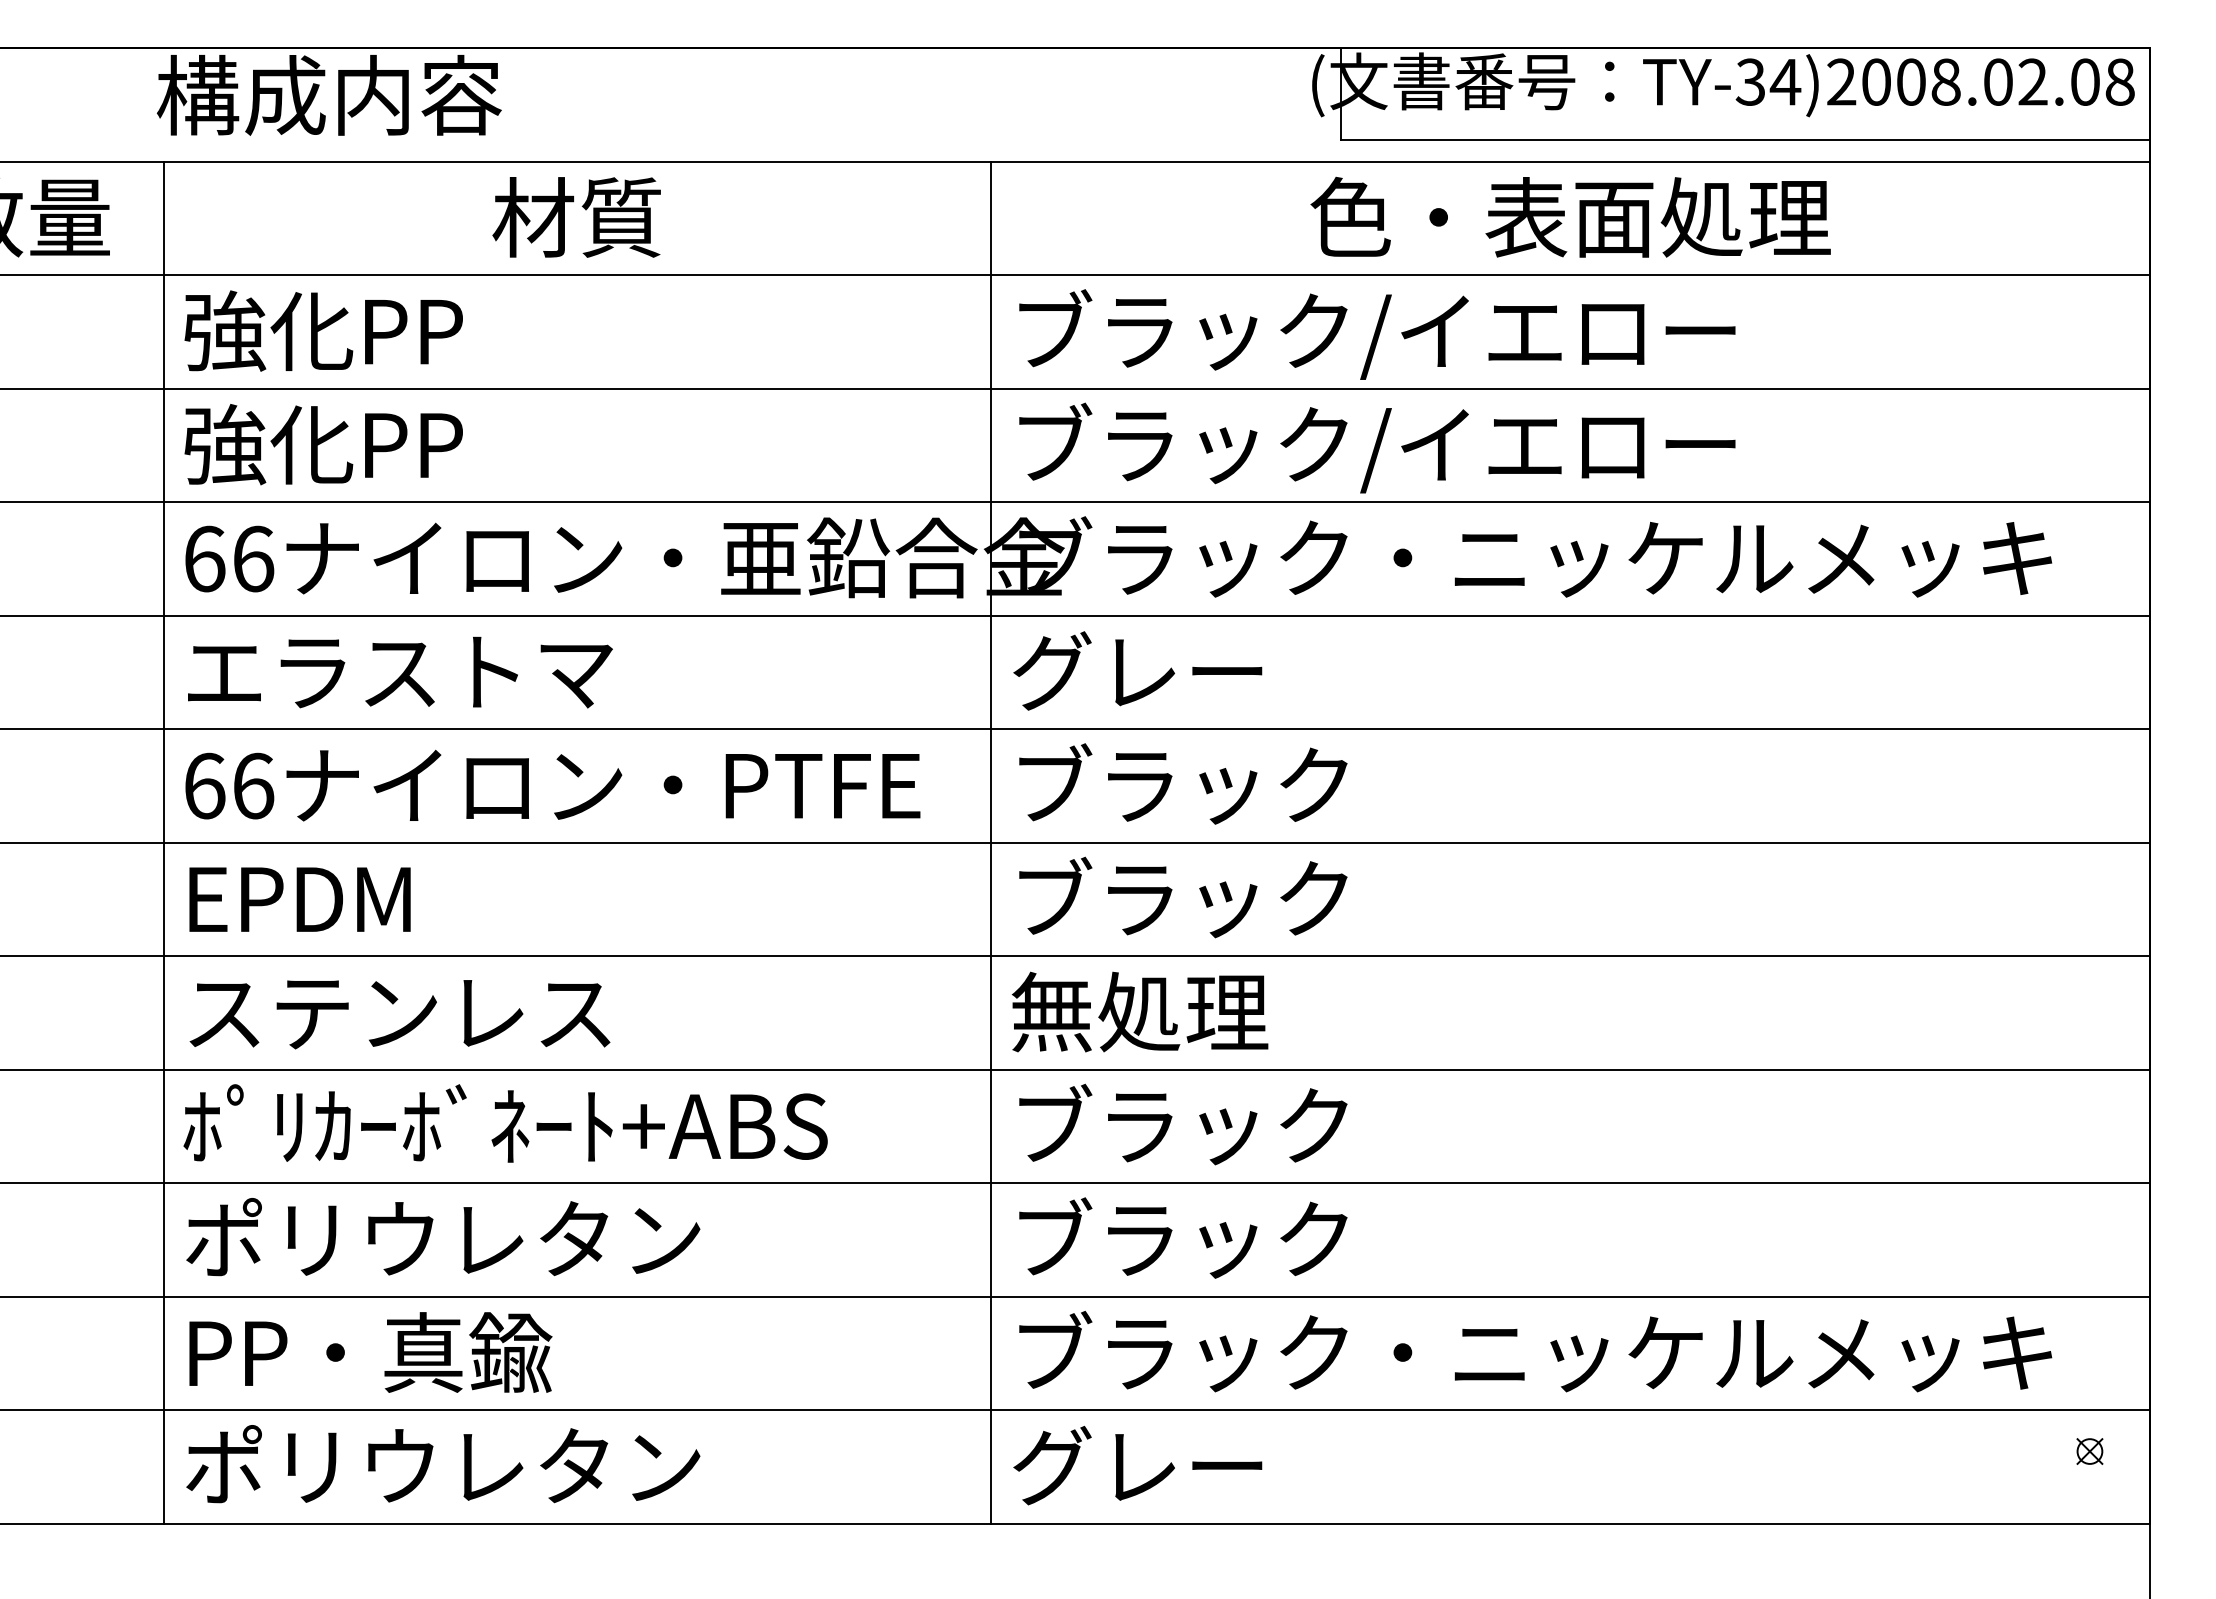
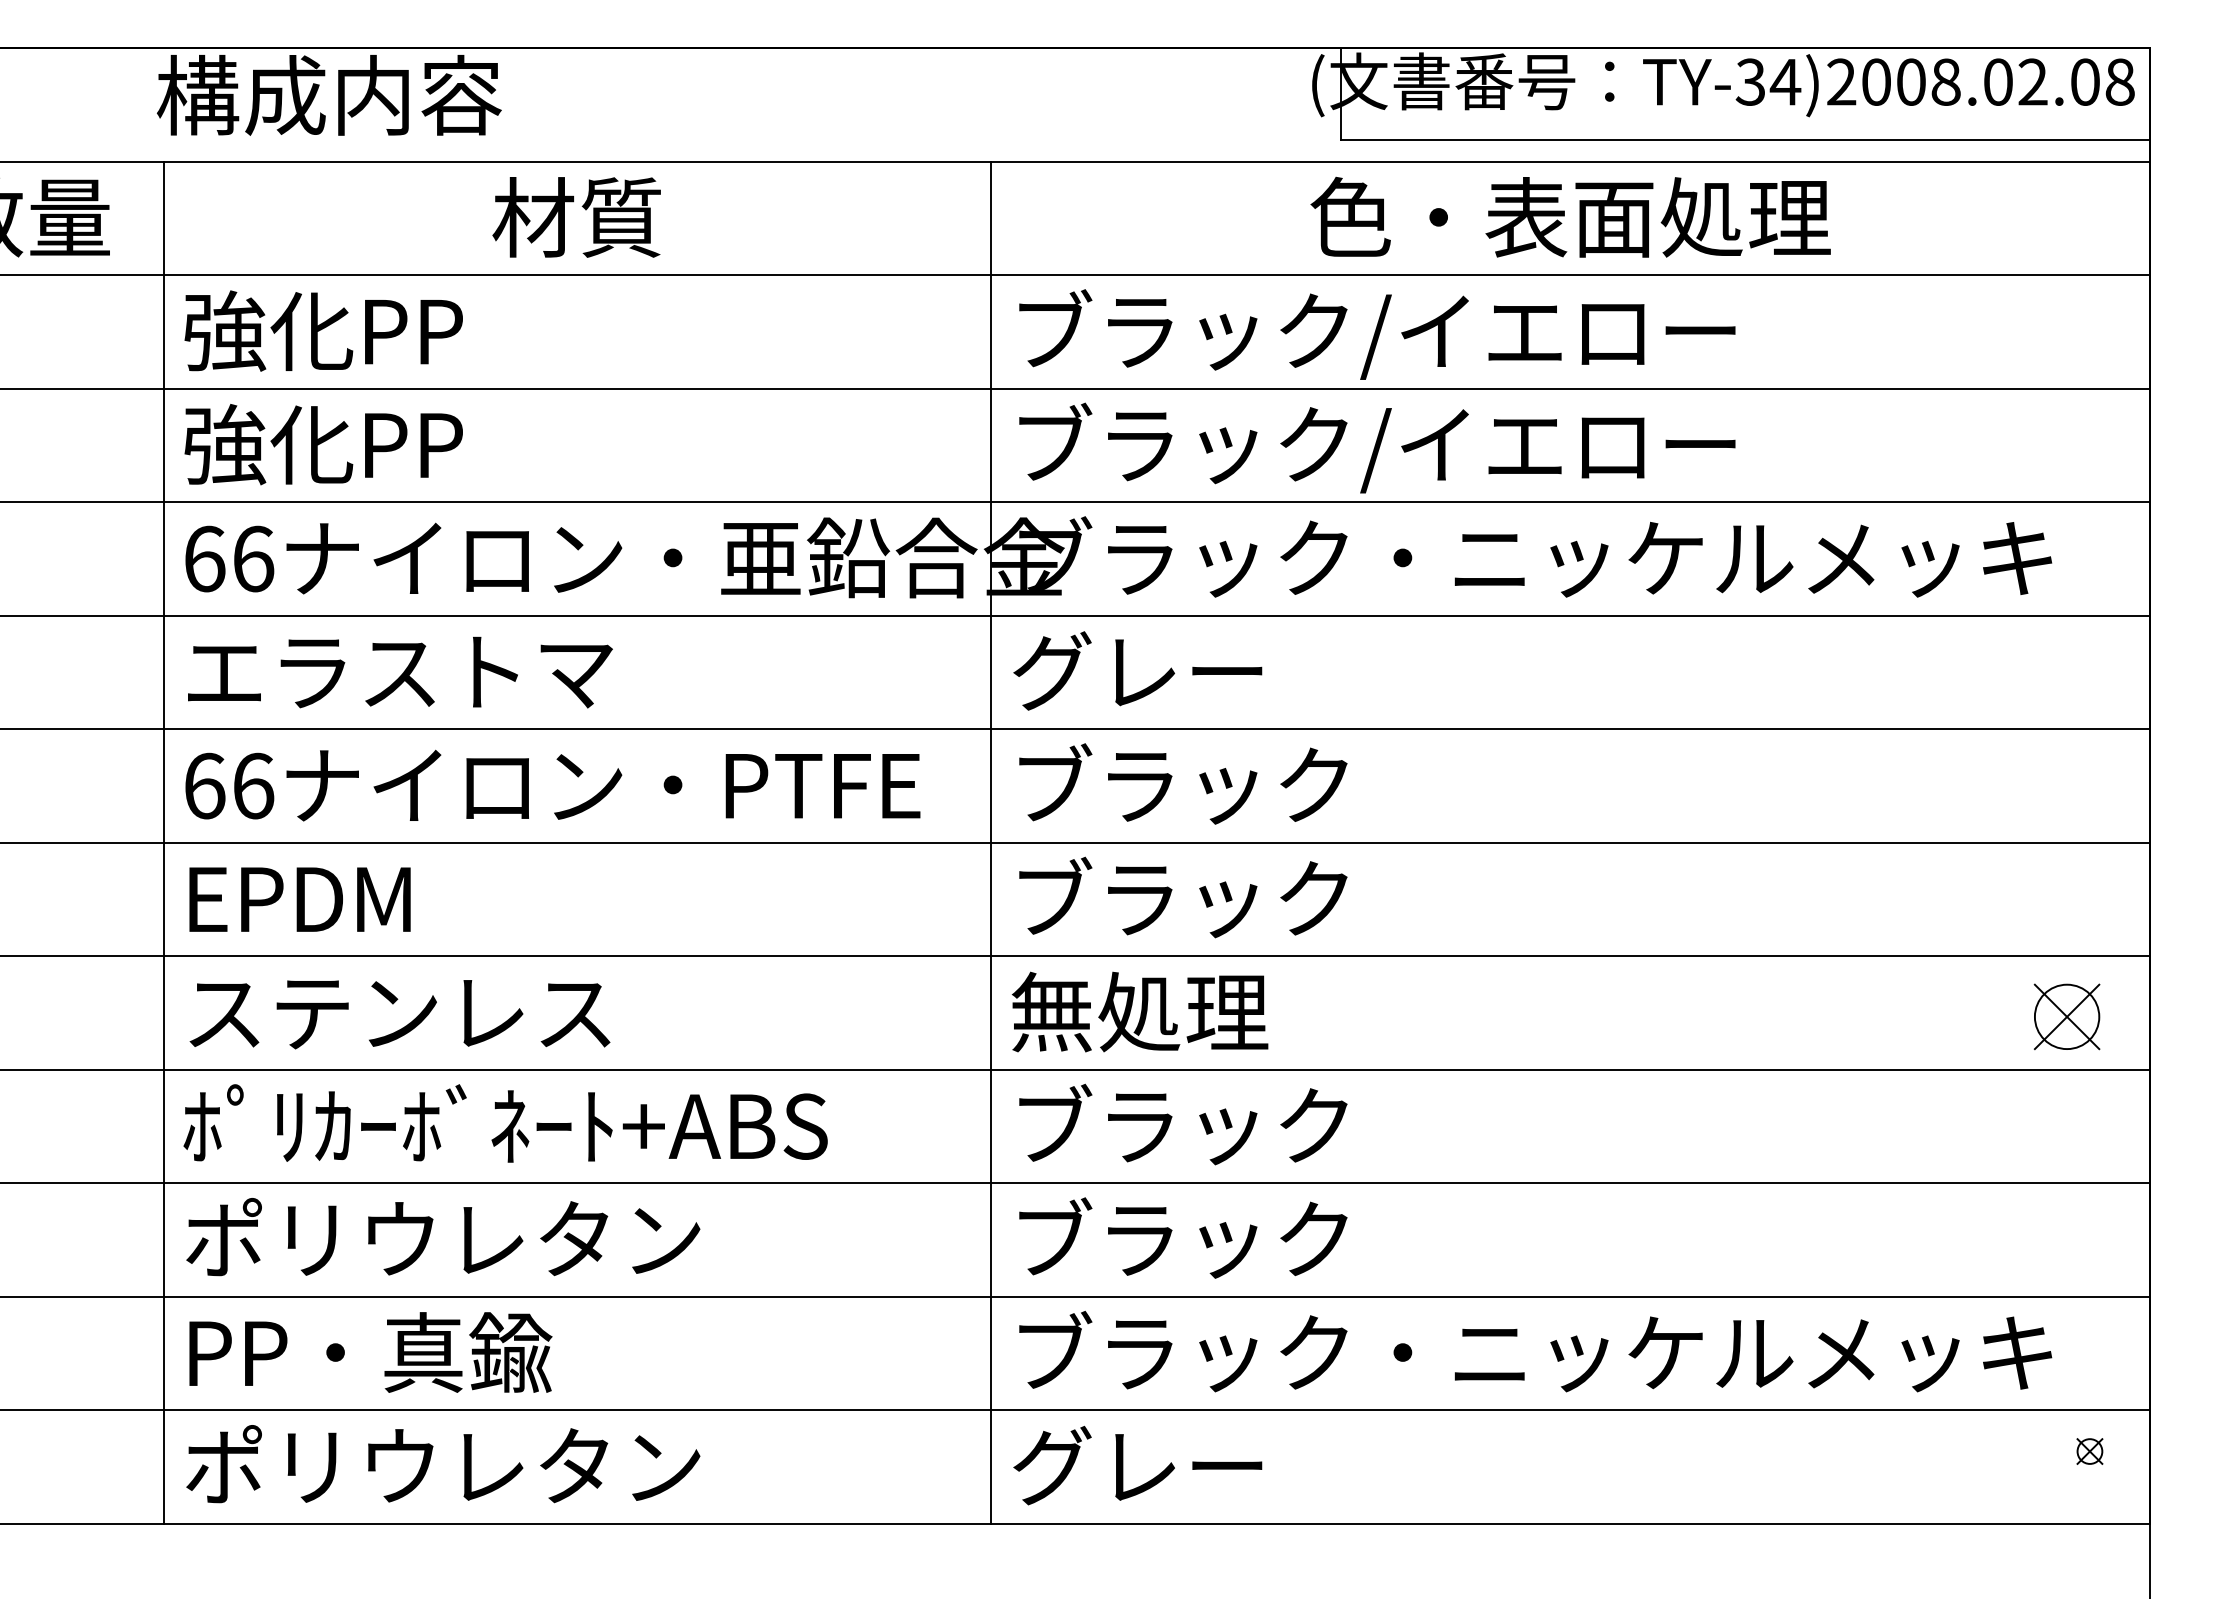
part at (2066, 1016): none -> present
